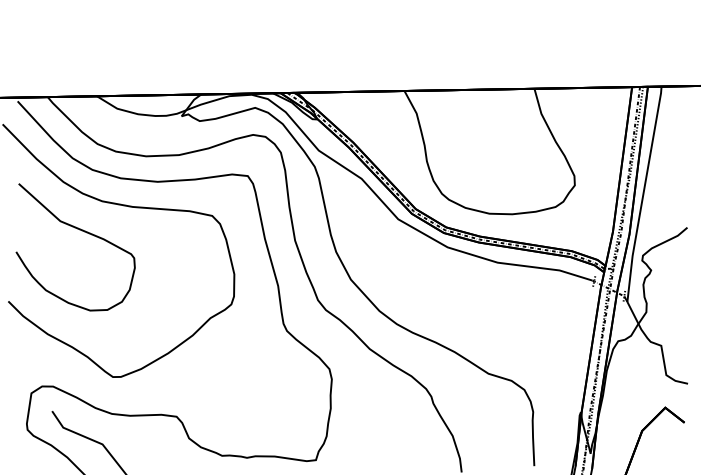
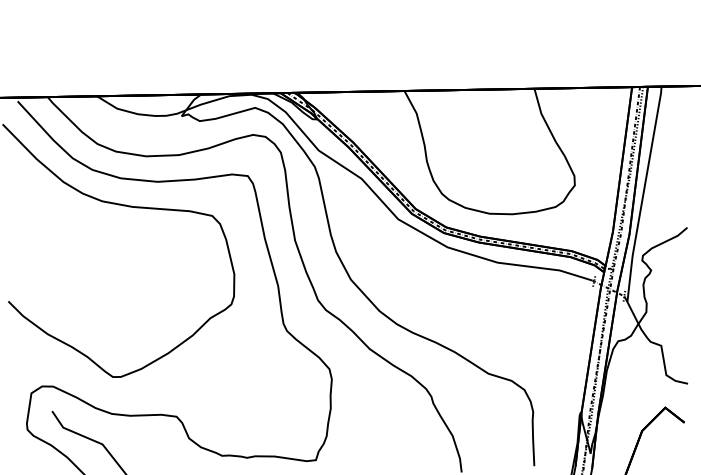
curve at (79, 230): present -> none
